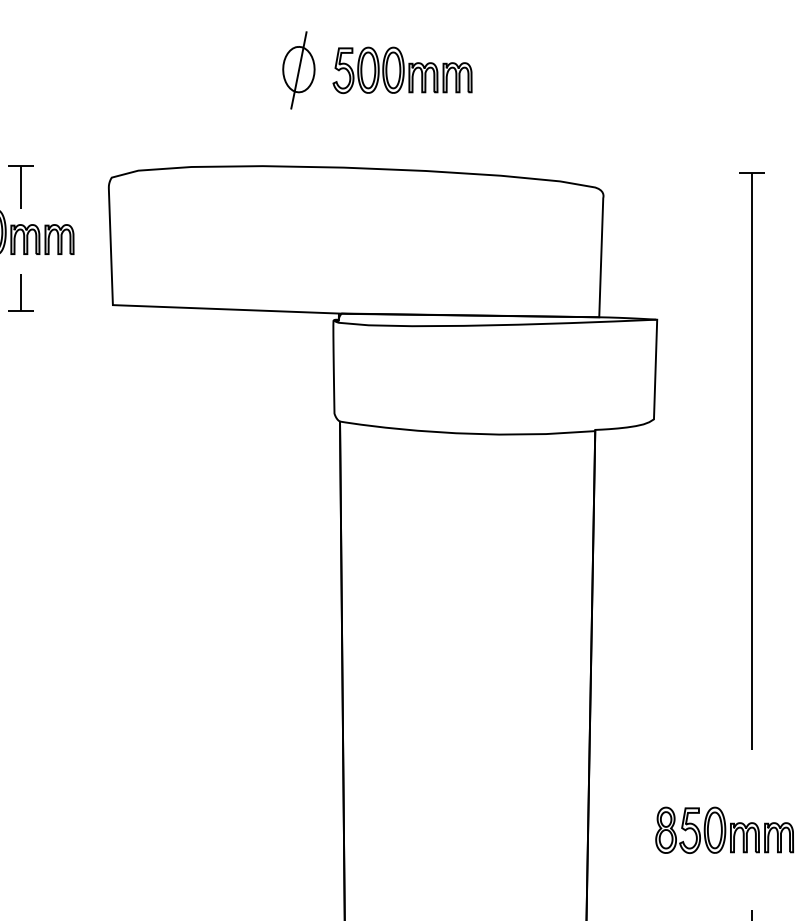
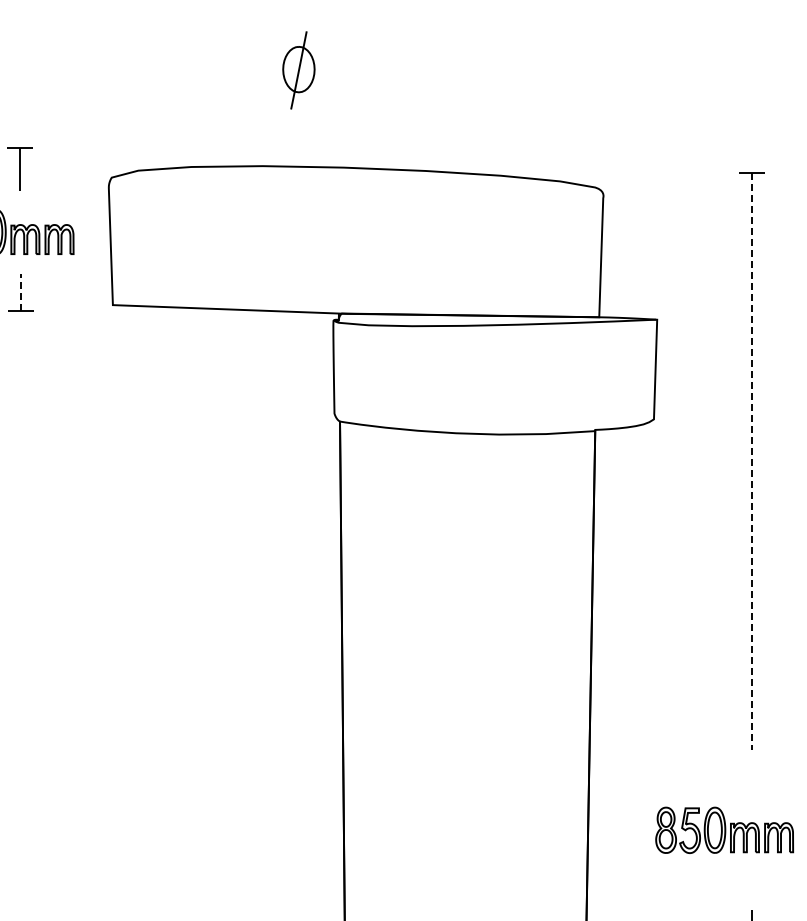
part at (402, 70): present -> none
part at (20, 186) position: (20, 186) -> (19, 168)
line at (21, 292): solid -> dashed
line at (751, 461): solid -> dashed
